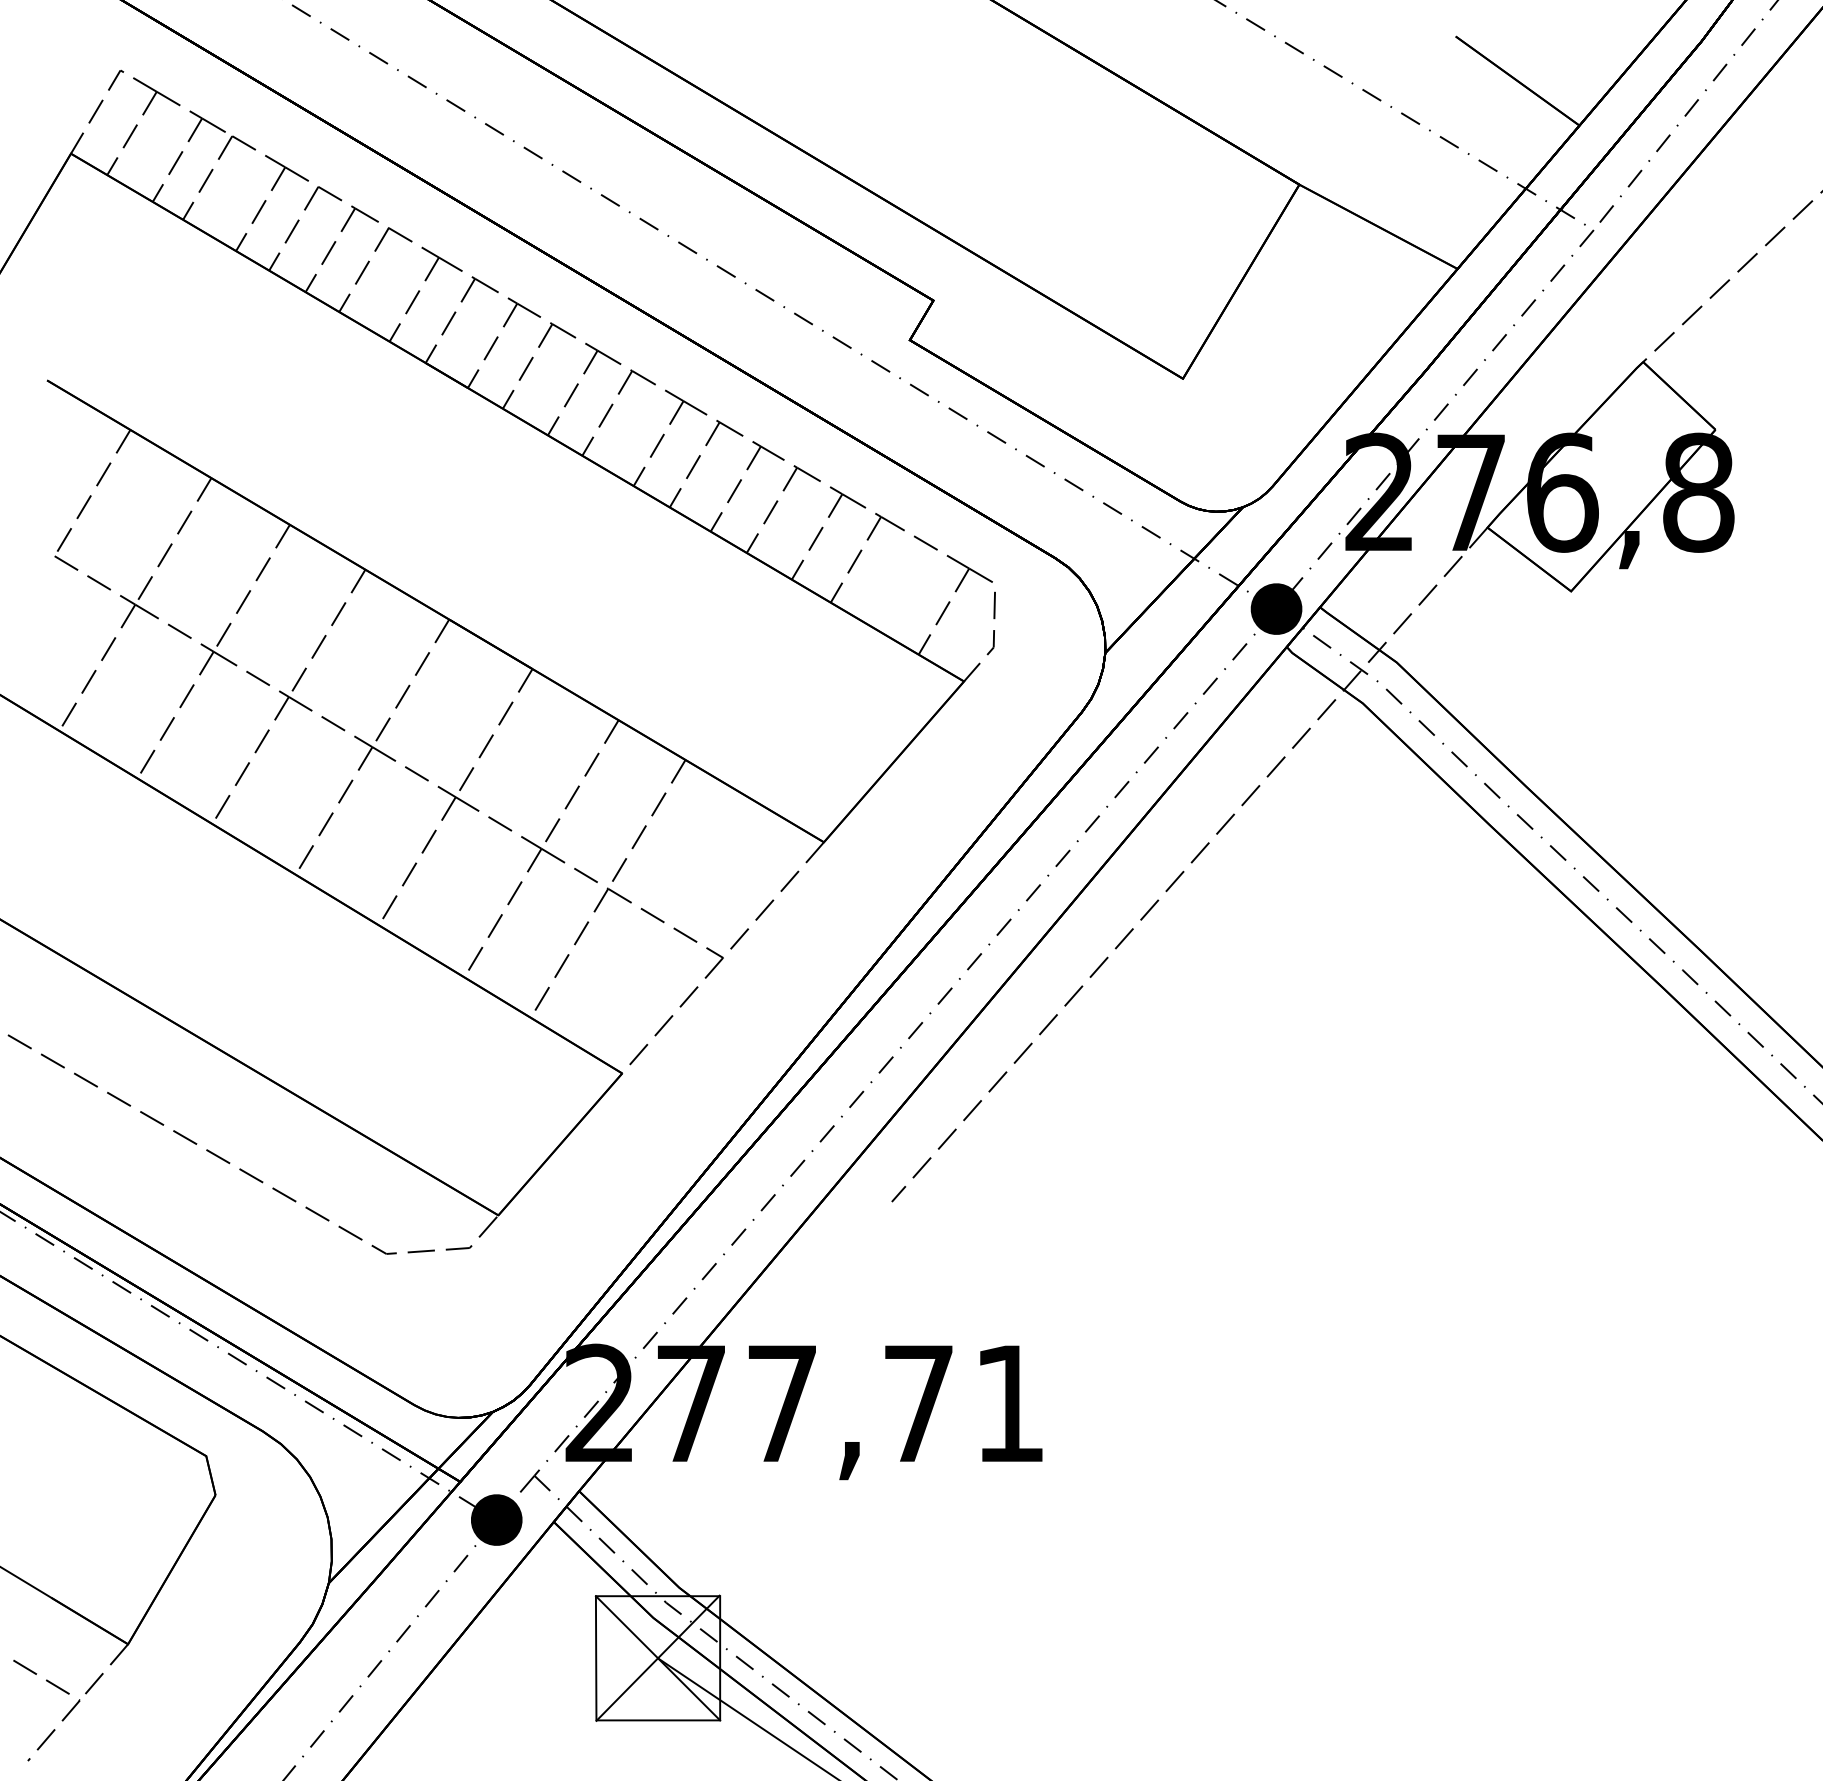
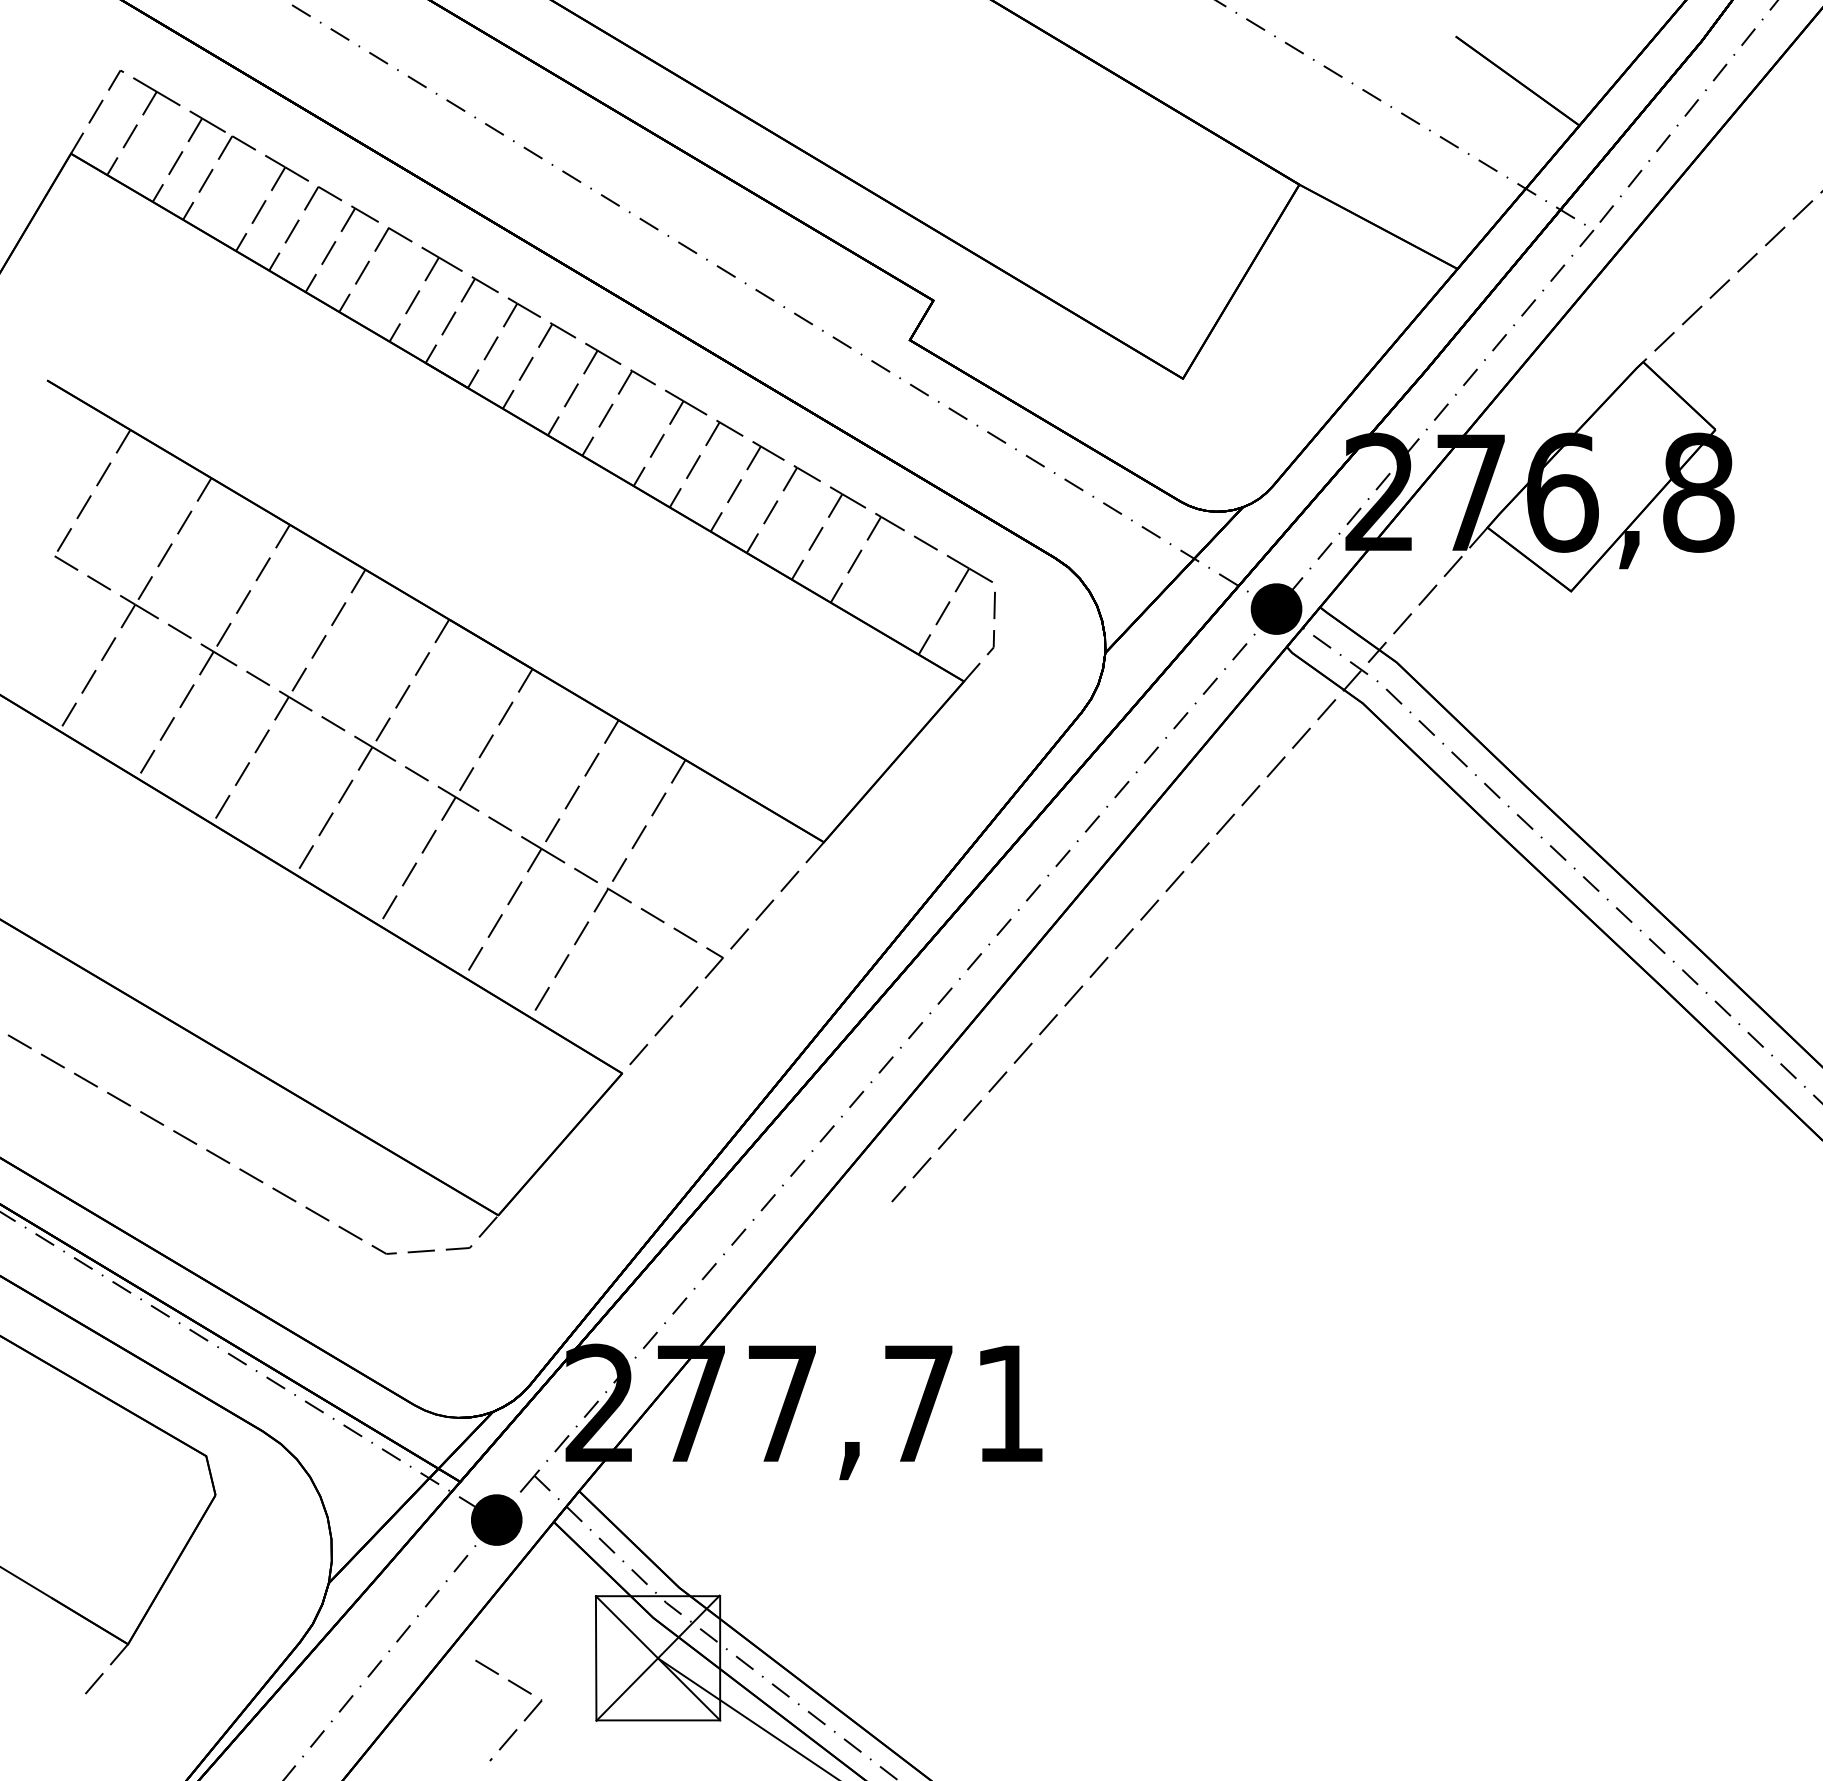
part at (61, 1720) position: (61, 1720) -> (523, 1720)
